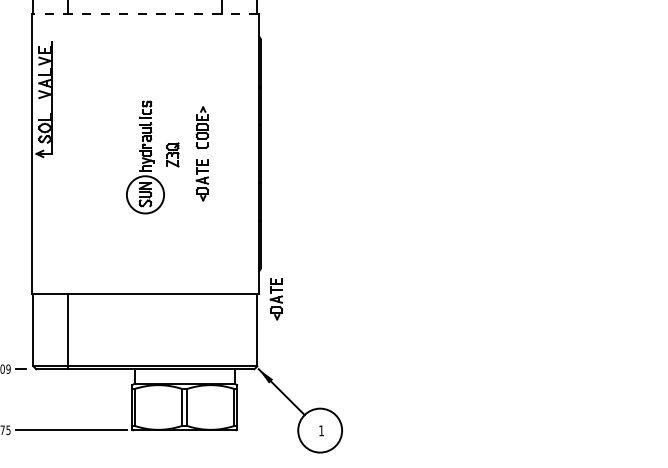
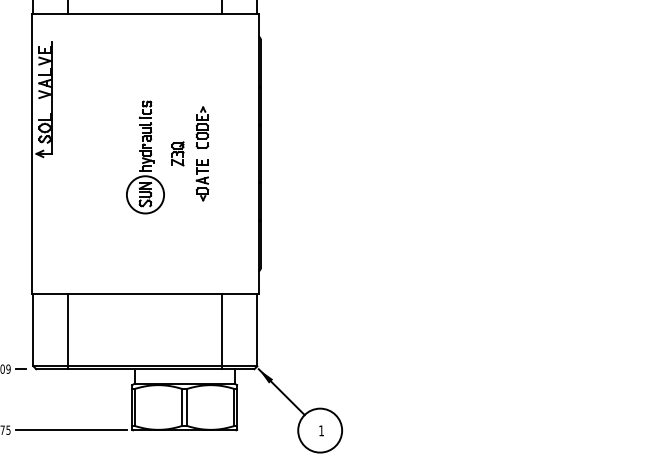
line at (144, 14): dashed -> solid
part at (172, 154) position: (172, 154) -> (177, 153)
part at (275, 299): present -> none
line at (222, 331): none -> present
